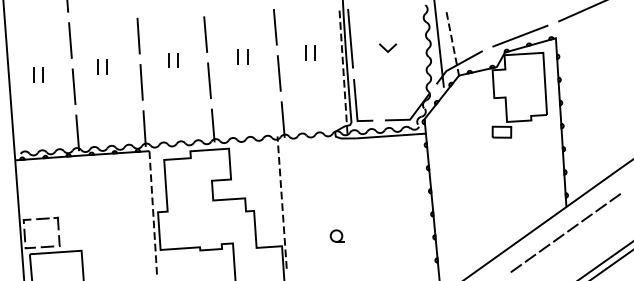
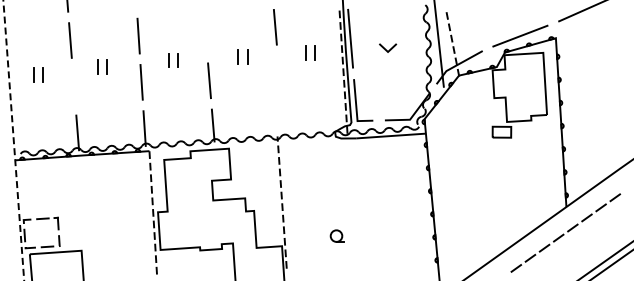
line at (205, 34): present -> none
line at (278, 73): present -> none
line at (73, 86): present -> none
line at (282, 119): present -> none
line at (13, 141): solid -> dashed
